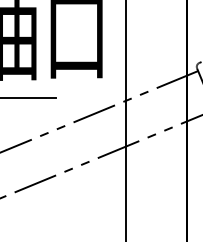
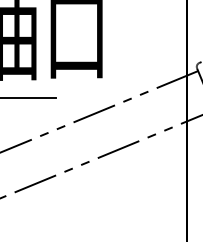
line at (125, 120): present -> none
